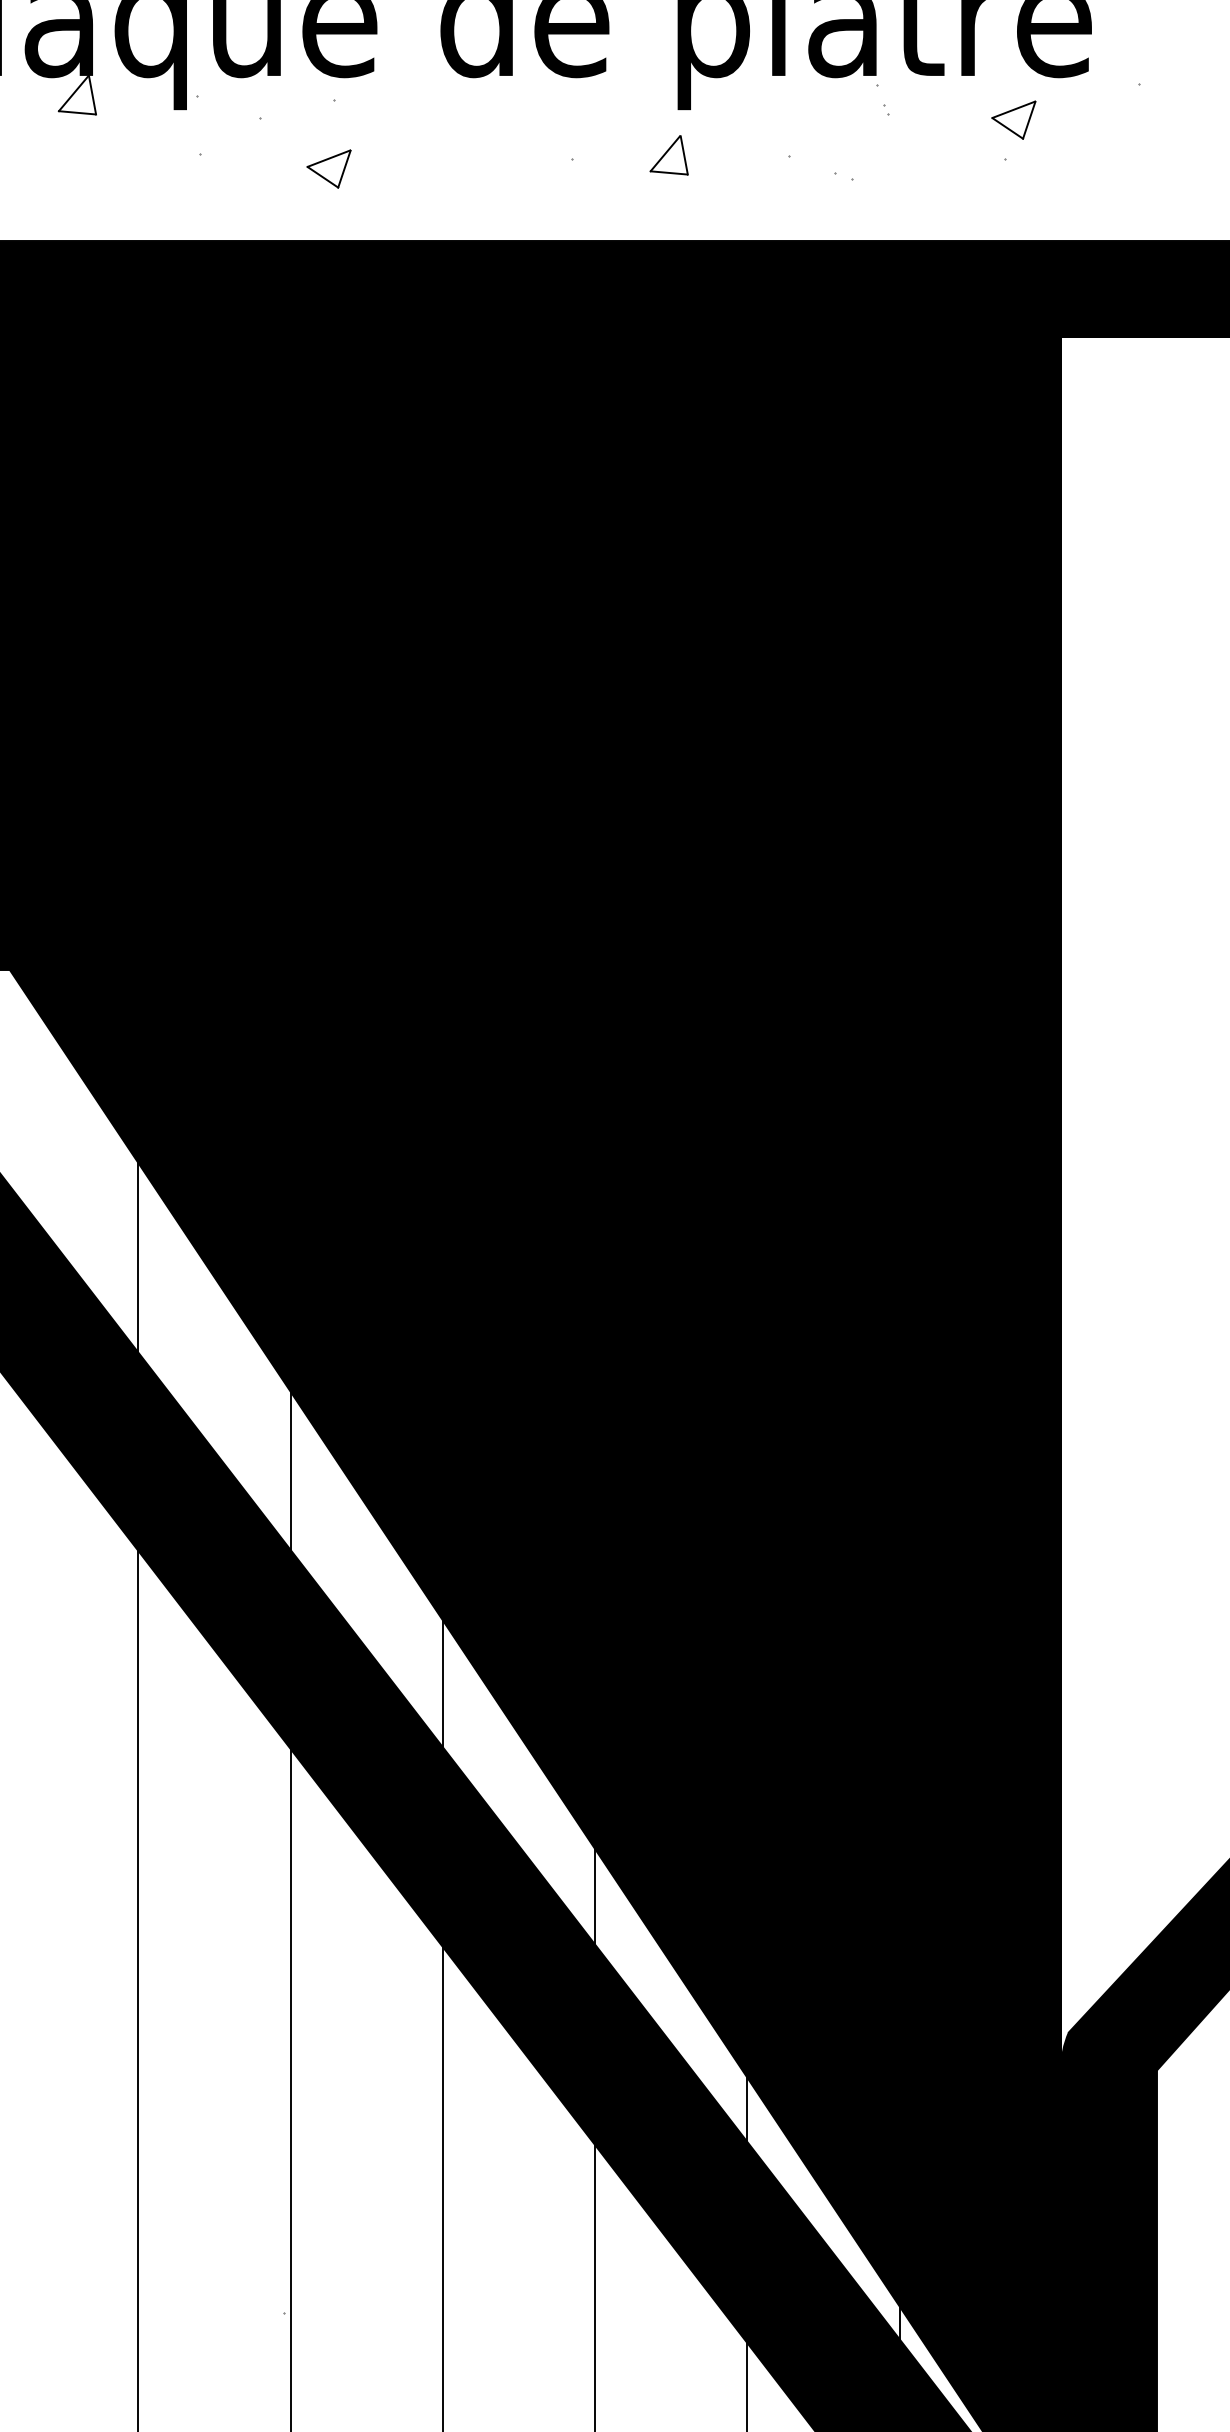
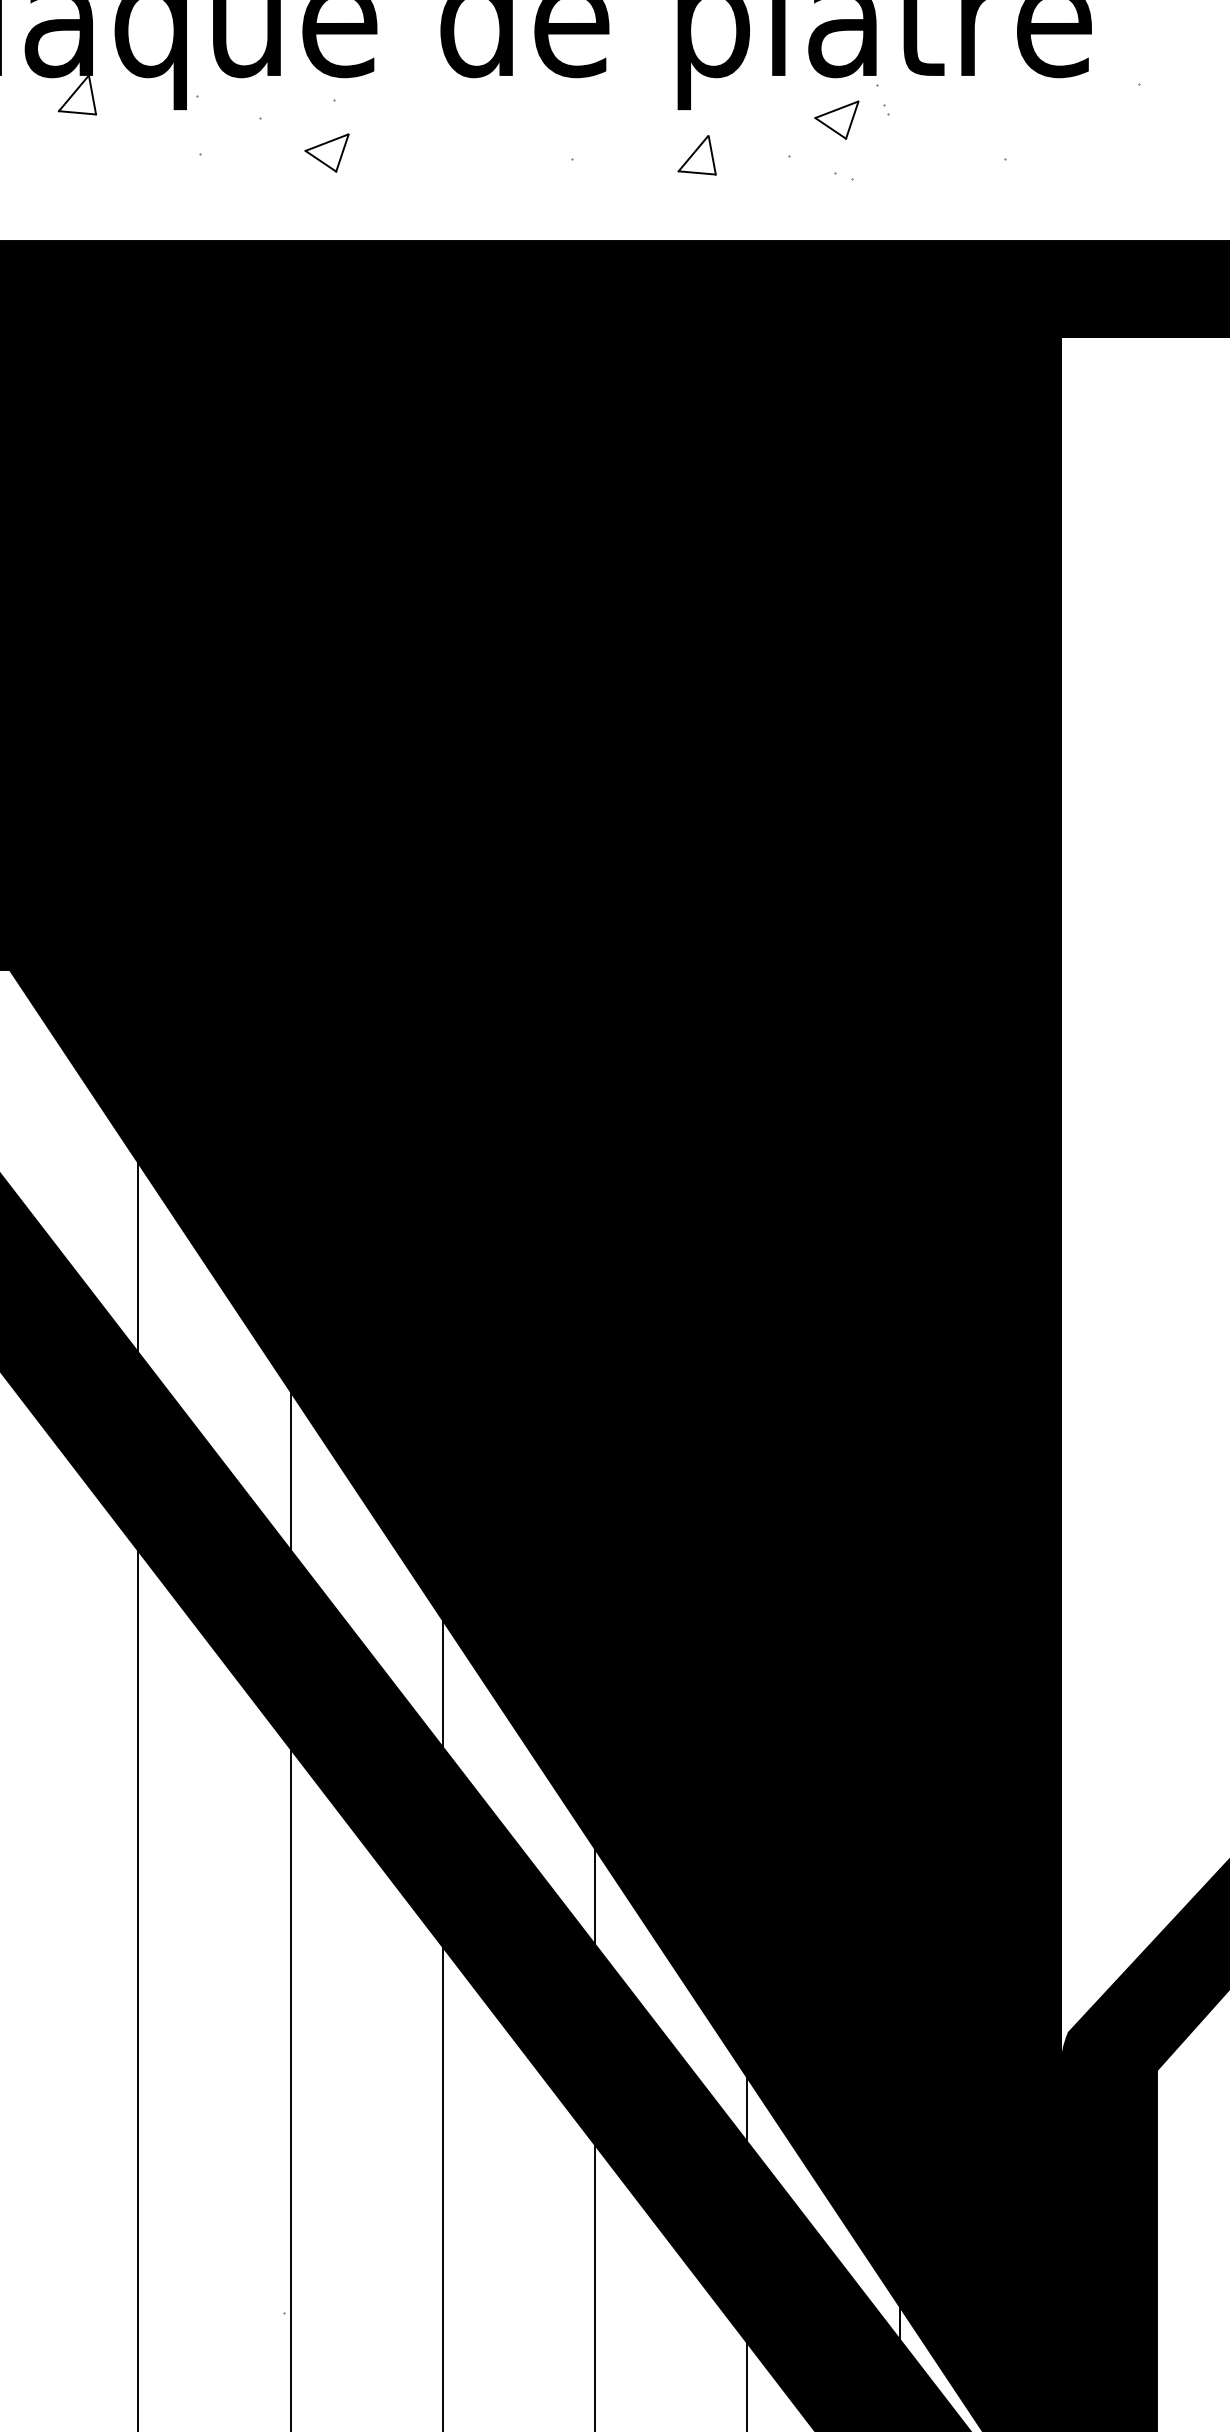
part at (1013, 119) position: (1013, 119) -> (836, 119)
part at (668, 155) position: (668, 155) -> (696, 155)
part at (328, 168) position: (328, 168) -> (326, 152)
